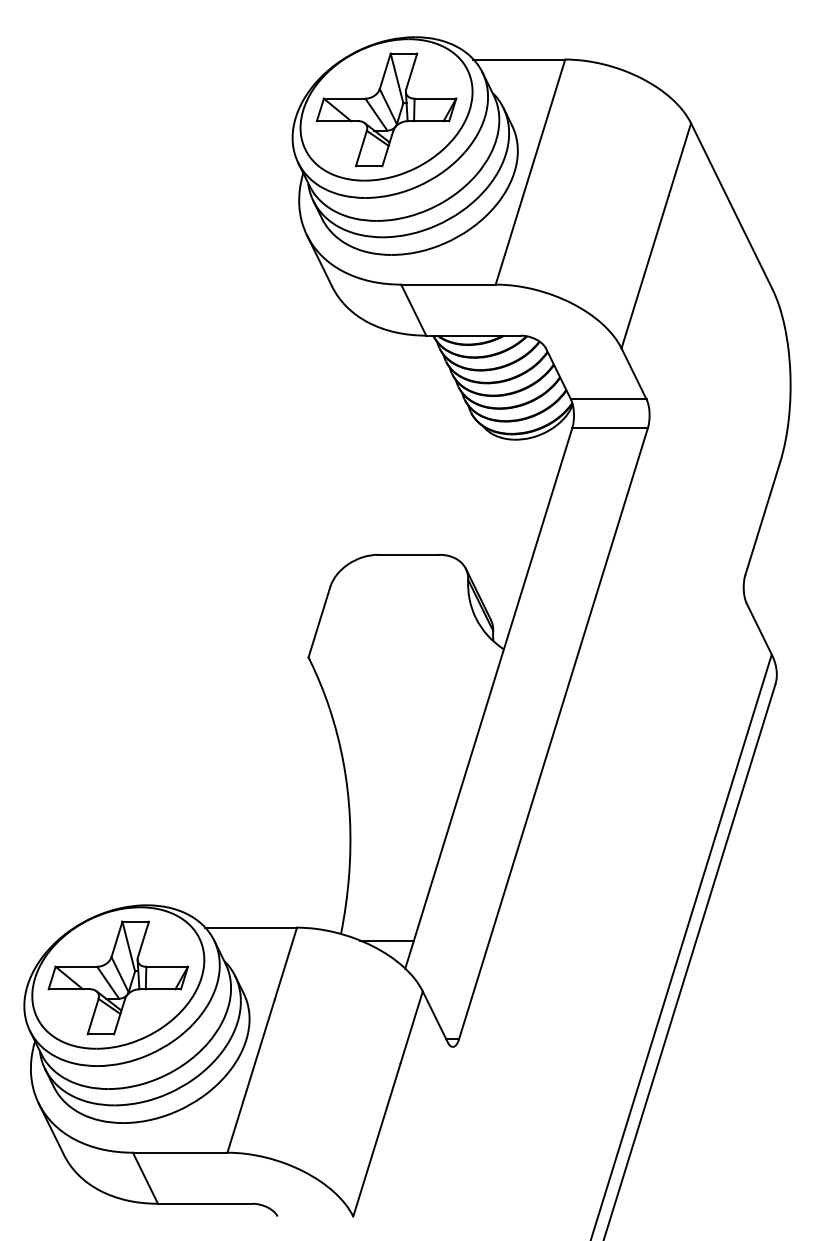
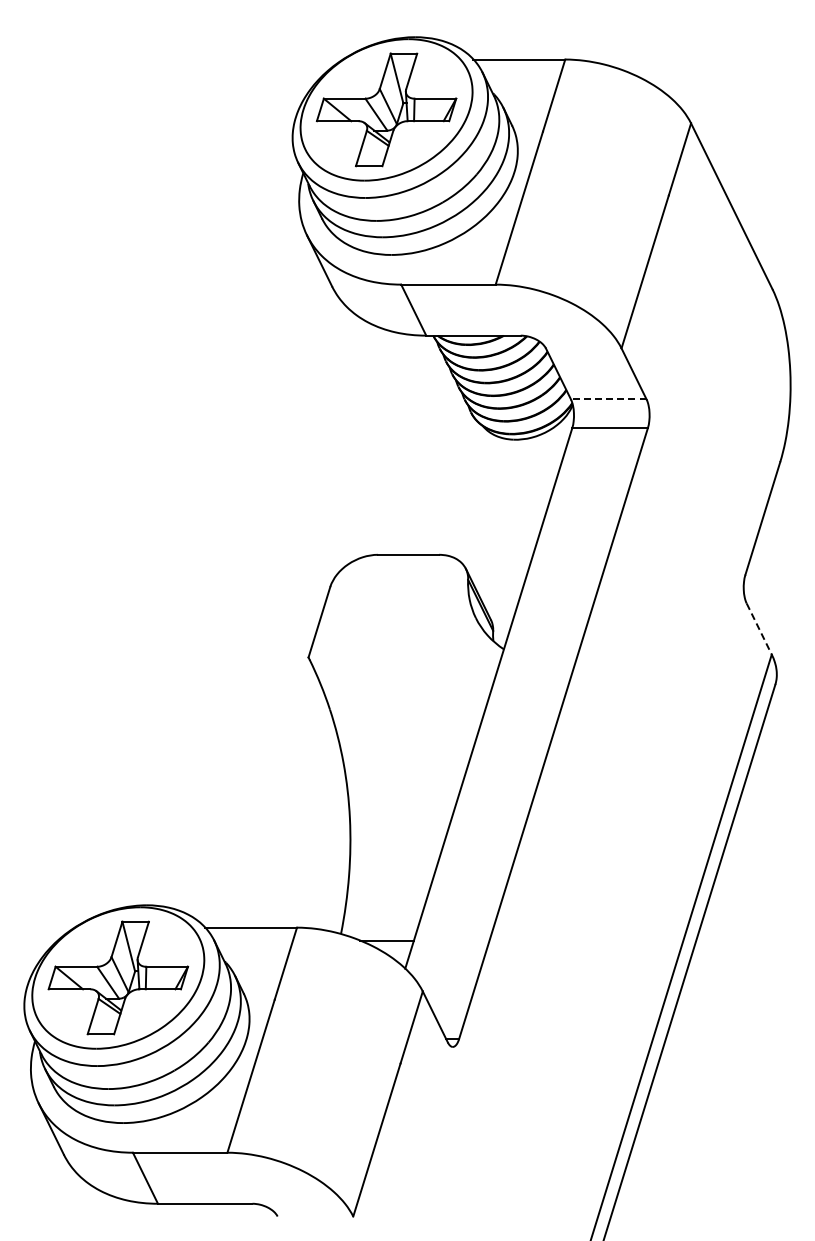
line at (608, 399): solid -> dashed
line at (759, 629): solid -> dashed
